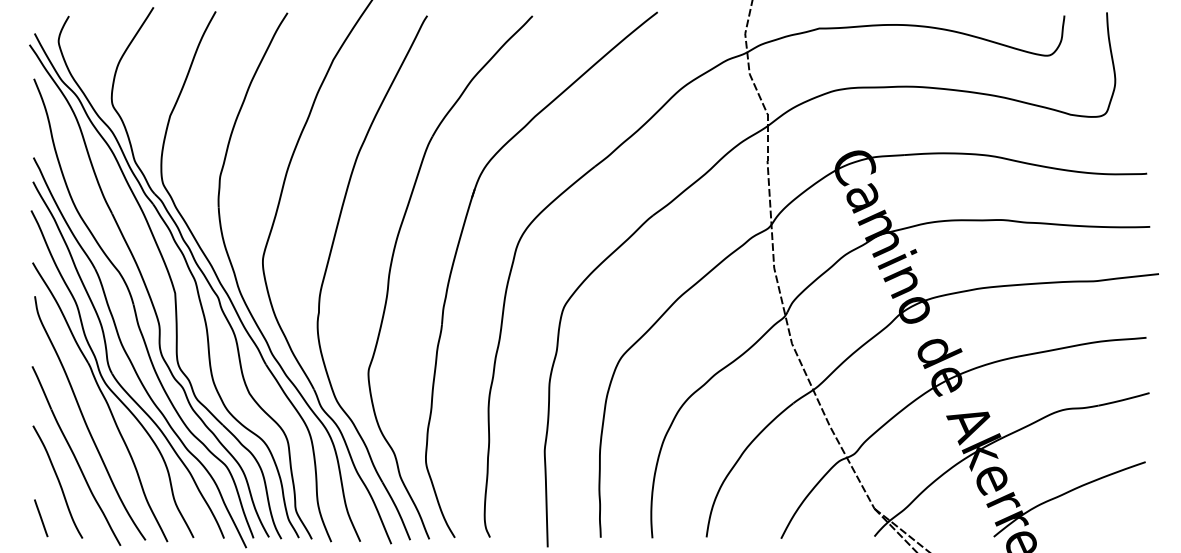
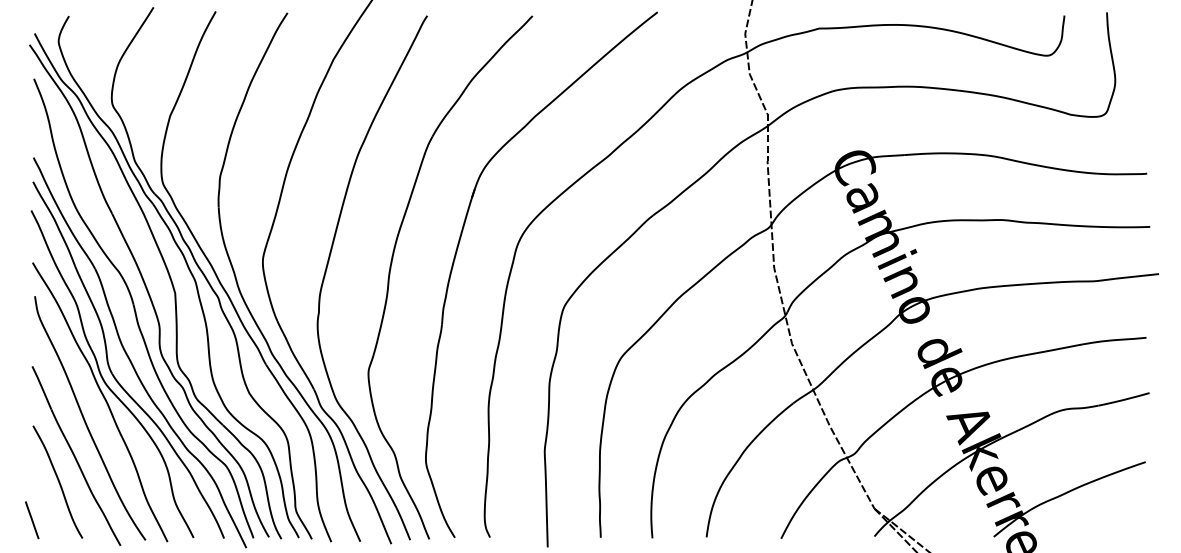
line at (41, 518) position: (41, 518) -> (32, 520)
